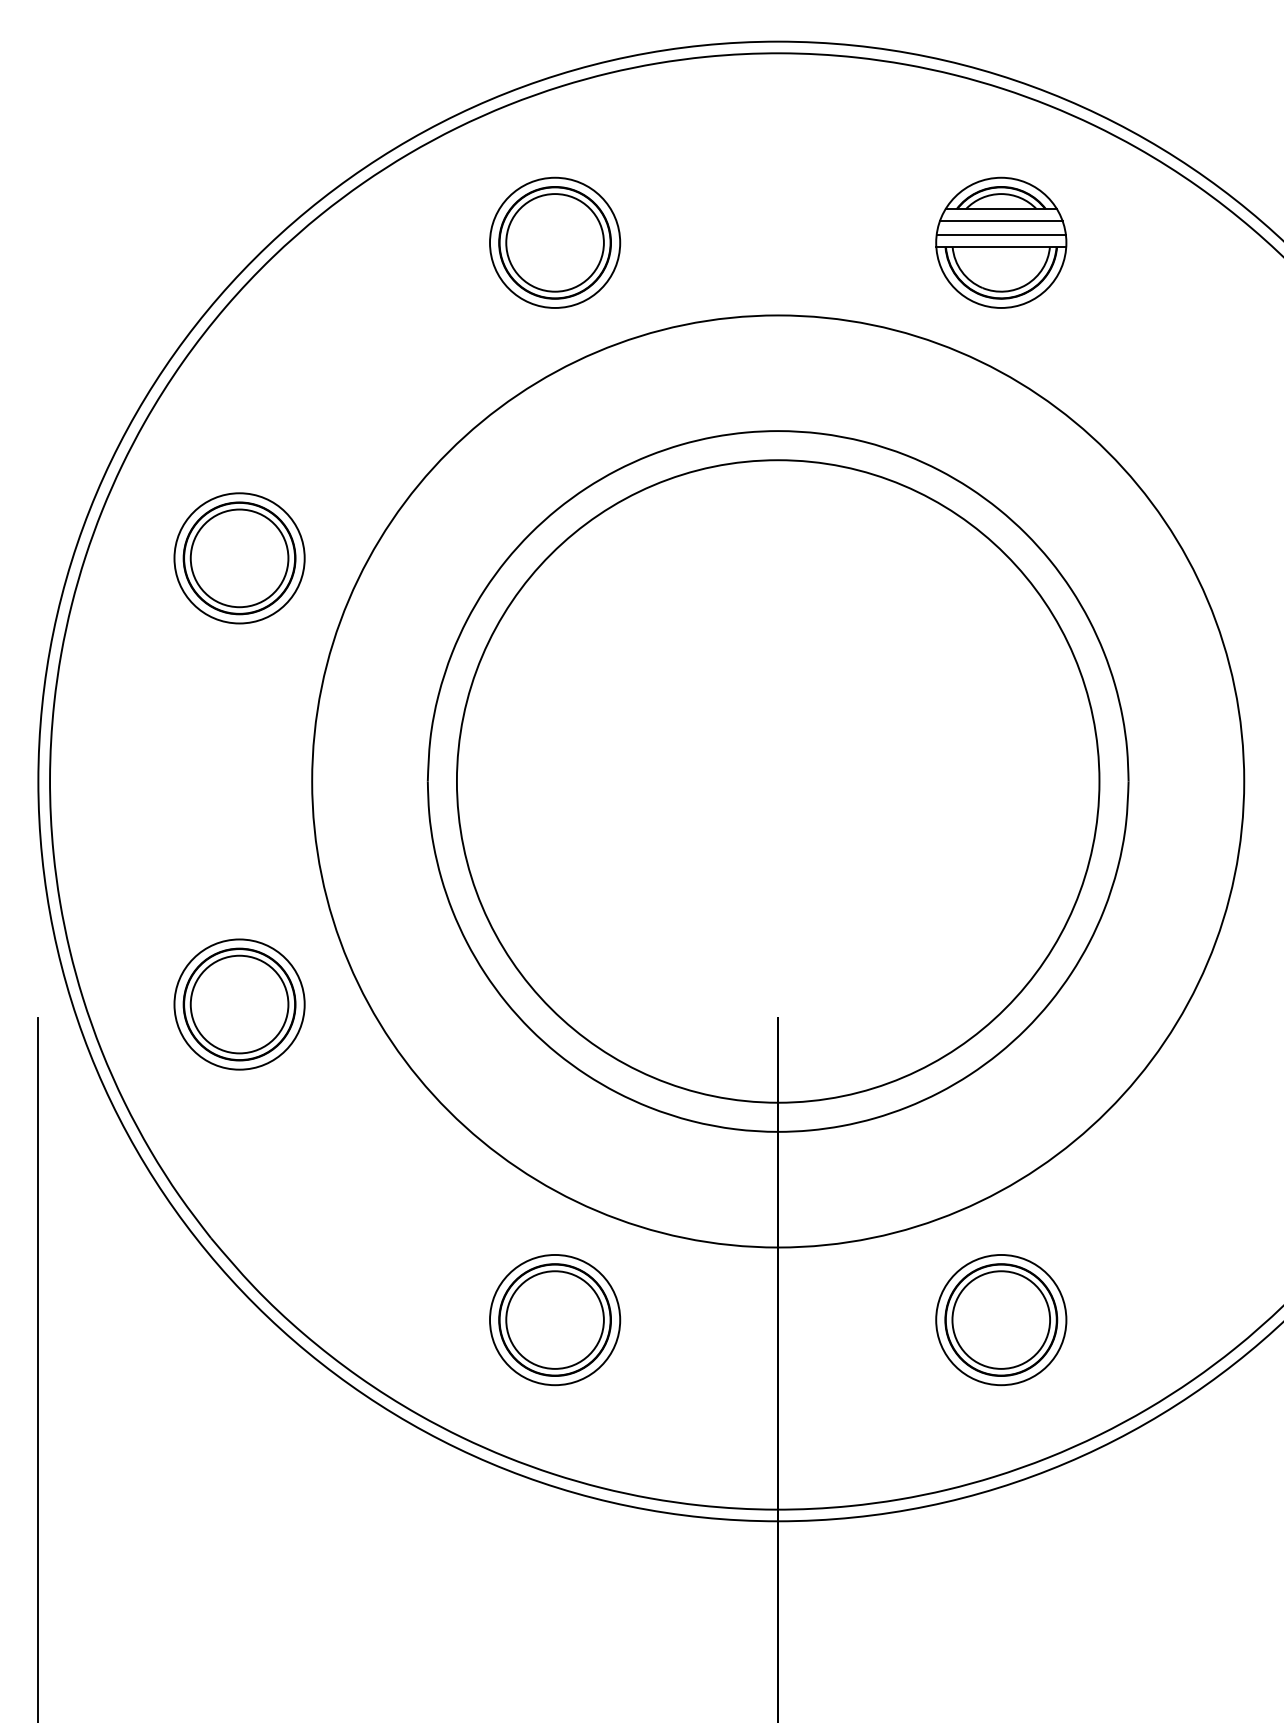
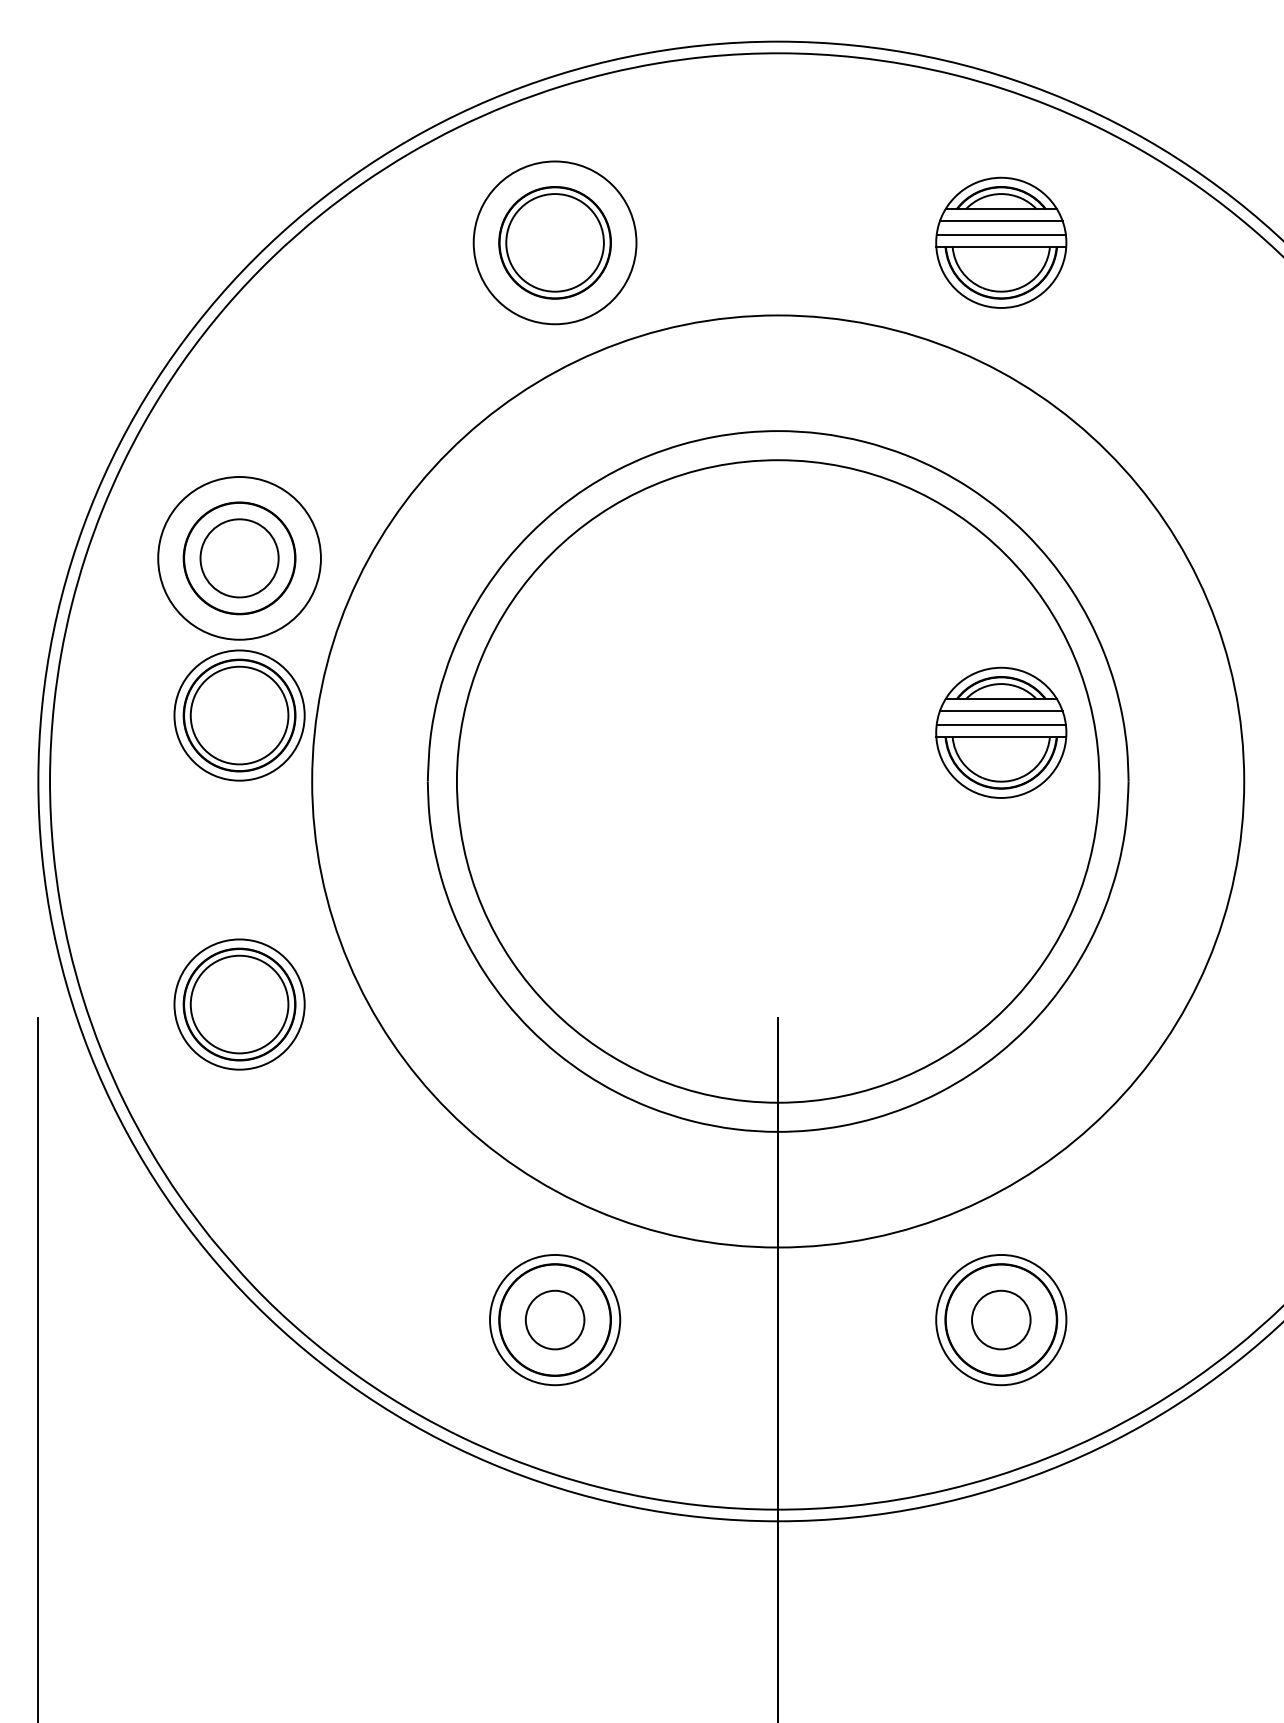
circle at (555, 242) diameter: 130 px -> 163 px
circle at (239, 558) diameter: 130 px -> 163 px
circle at (239, 558) diameter: 98 px -> 78 px
part at (239, 715): none -> present
part at (1001, 732): none -> present
circle at (554, 1319) diameter: 98 px -> 59 px
circle at (1001, 1319) diameter: 98 px -> 59 px
